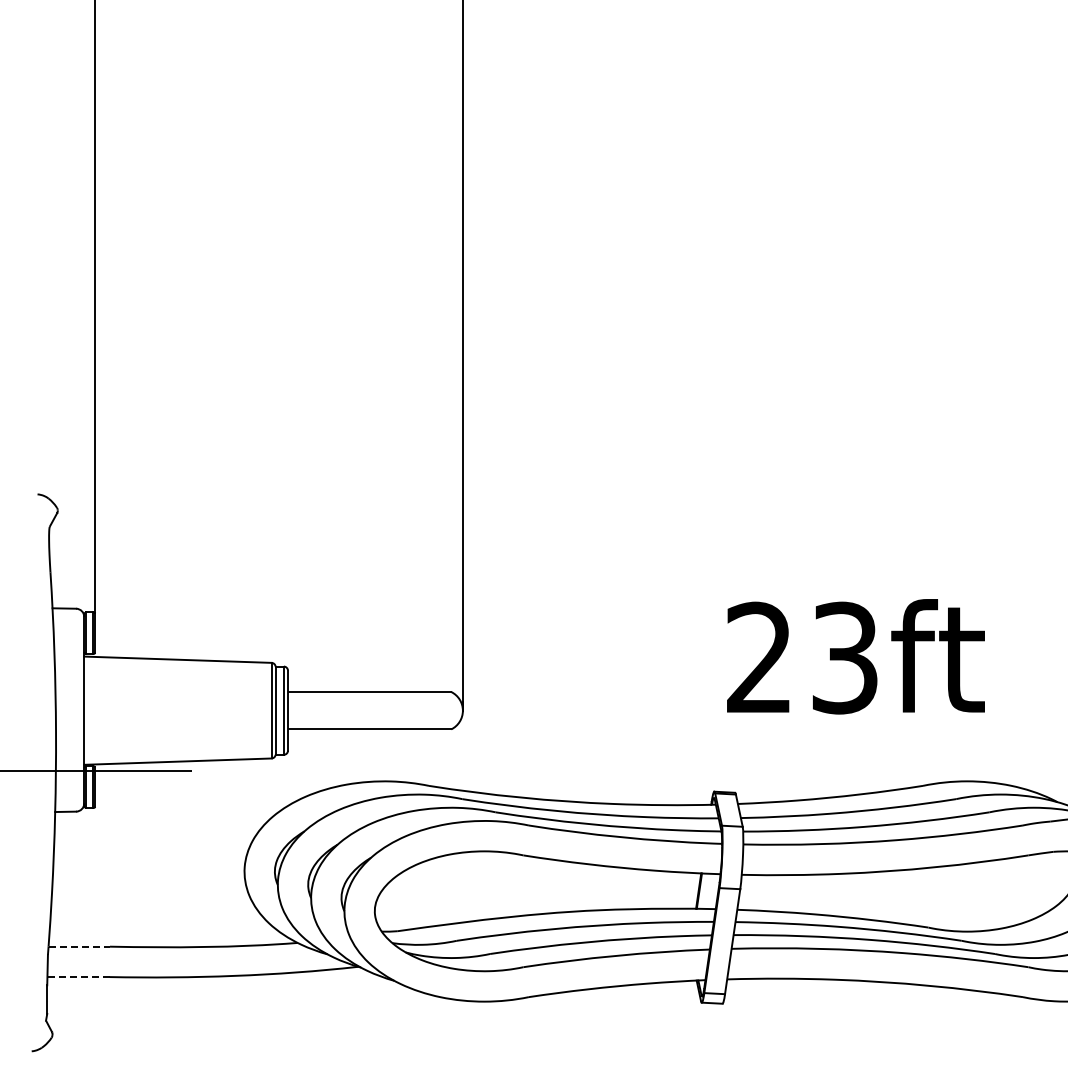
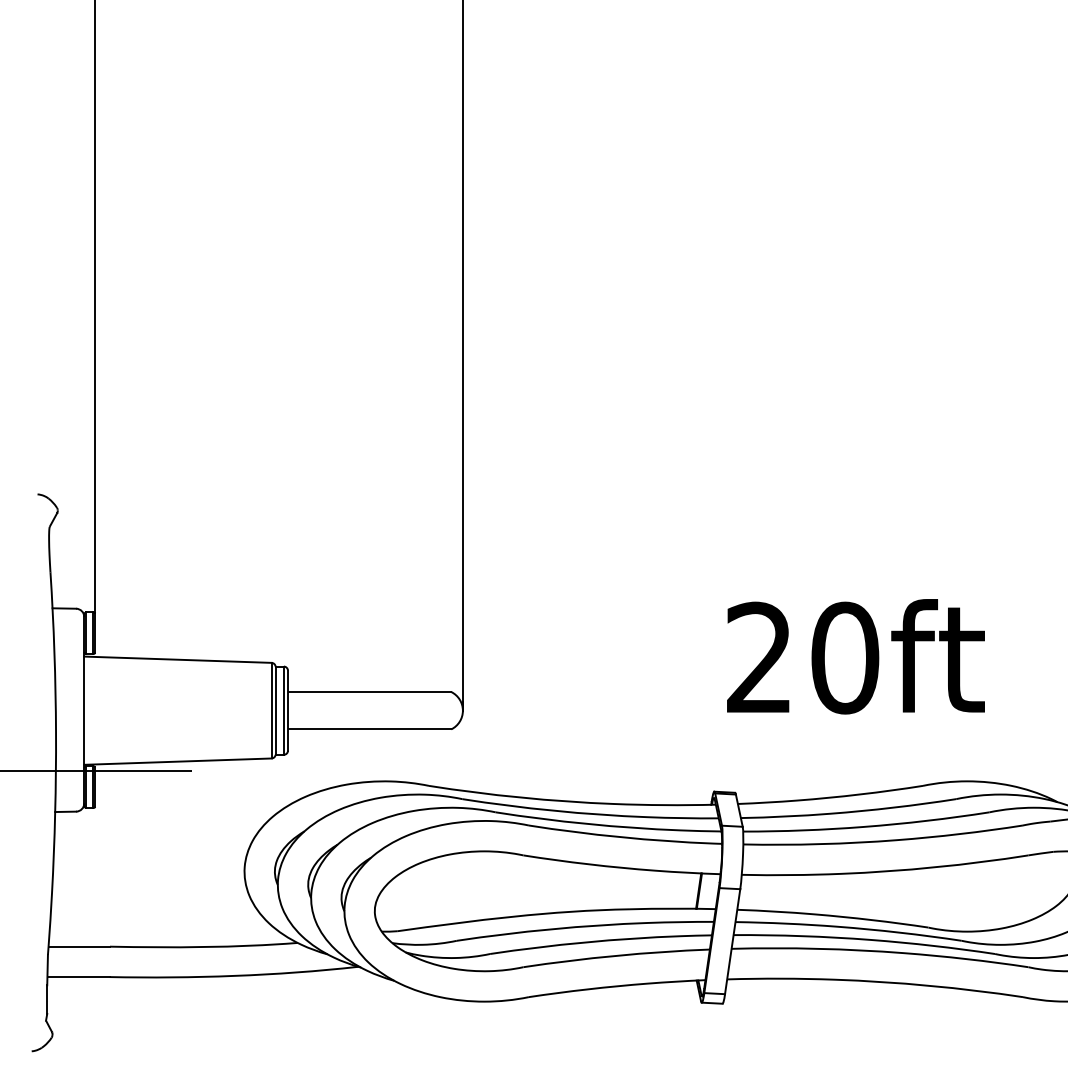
text at (845, 657): 23ft -> 20ft
line at (79, 946): dashed -> solid
line at (78, 977): dashed -> solid
